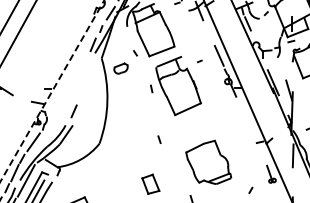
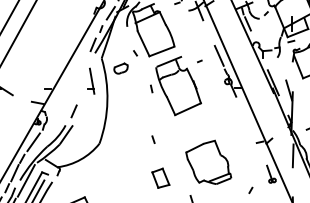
part at (91, 80): none -> present
line at (52, 91): dashed -> solid
line at (159, 139) position: (159, 139) -> (153, 139)
part at (150, 183) position: (150, 183) -> (160, 177)
